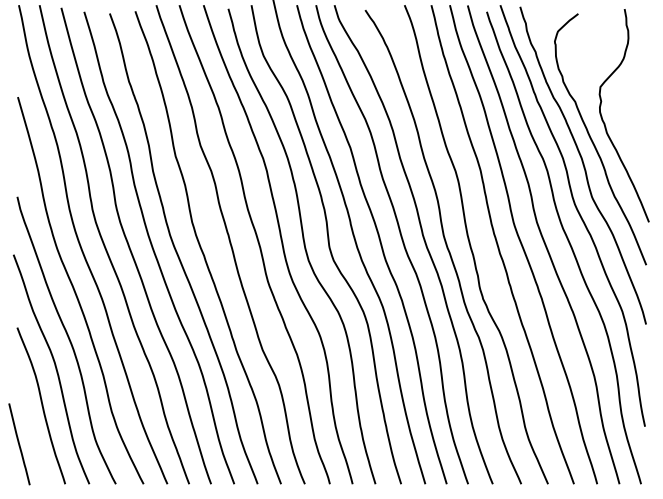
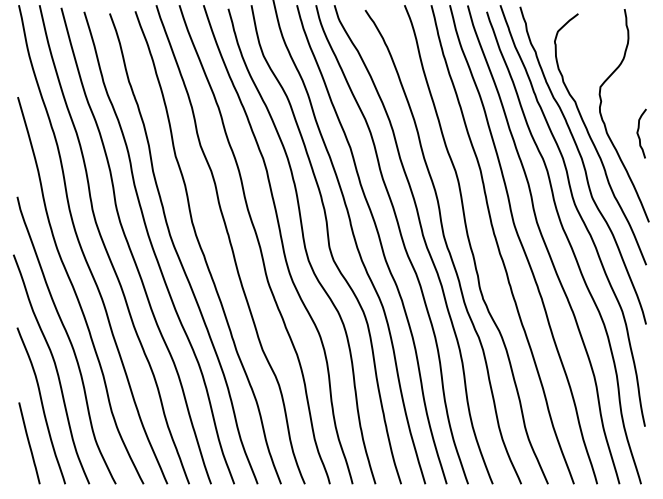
curve at (639, 135): none -> present
line at (19, 444) position: (19, 444) -> (29, 443)
